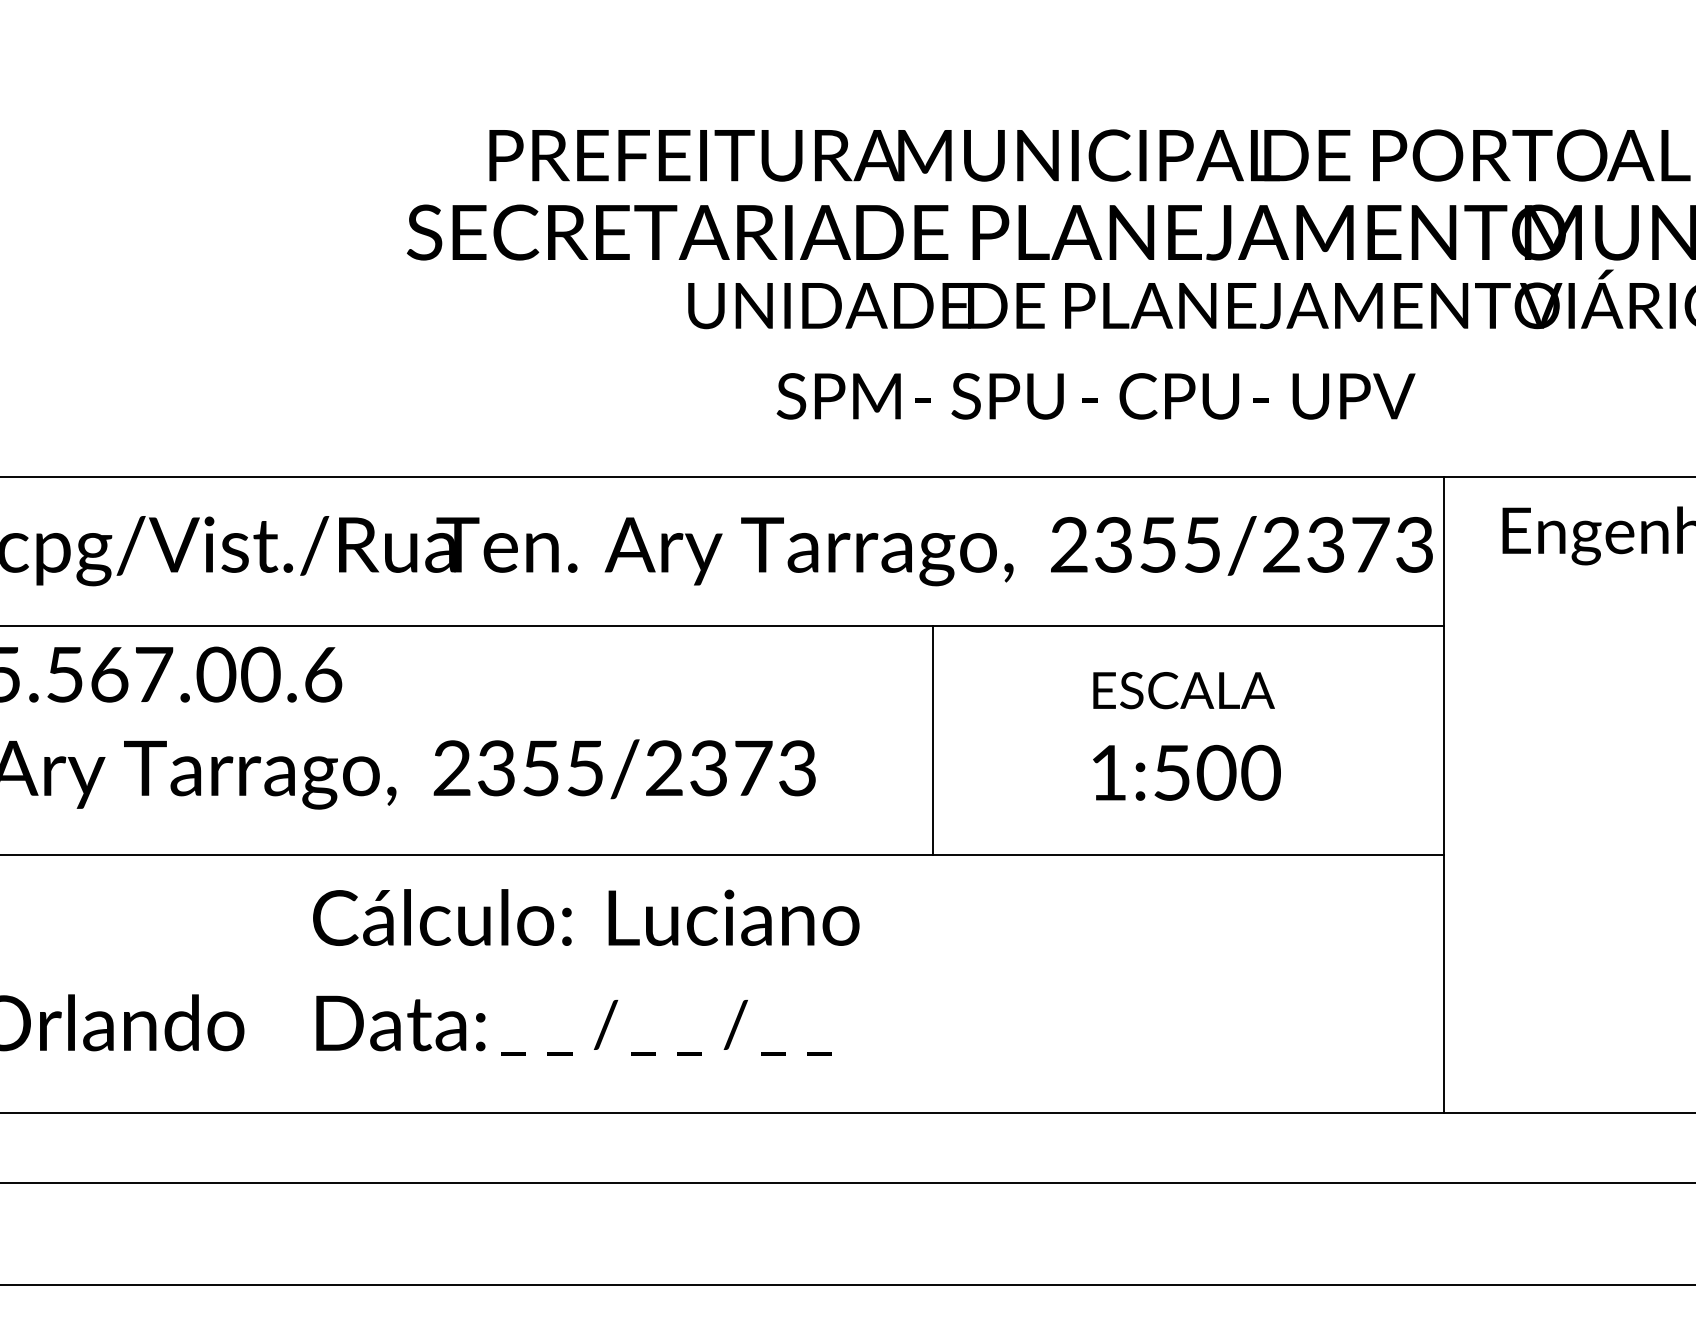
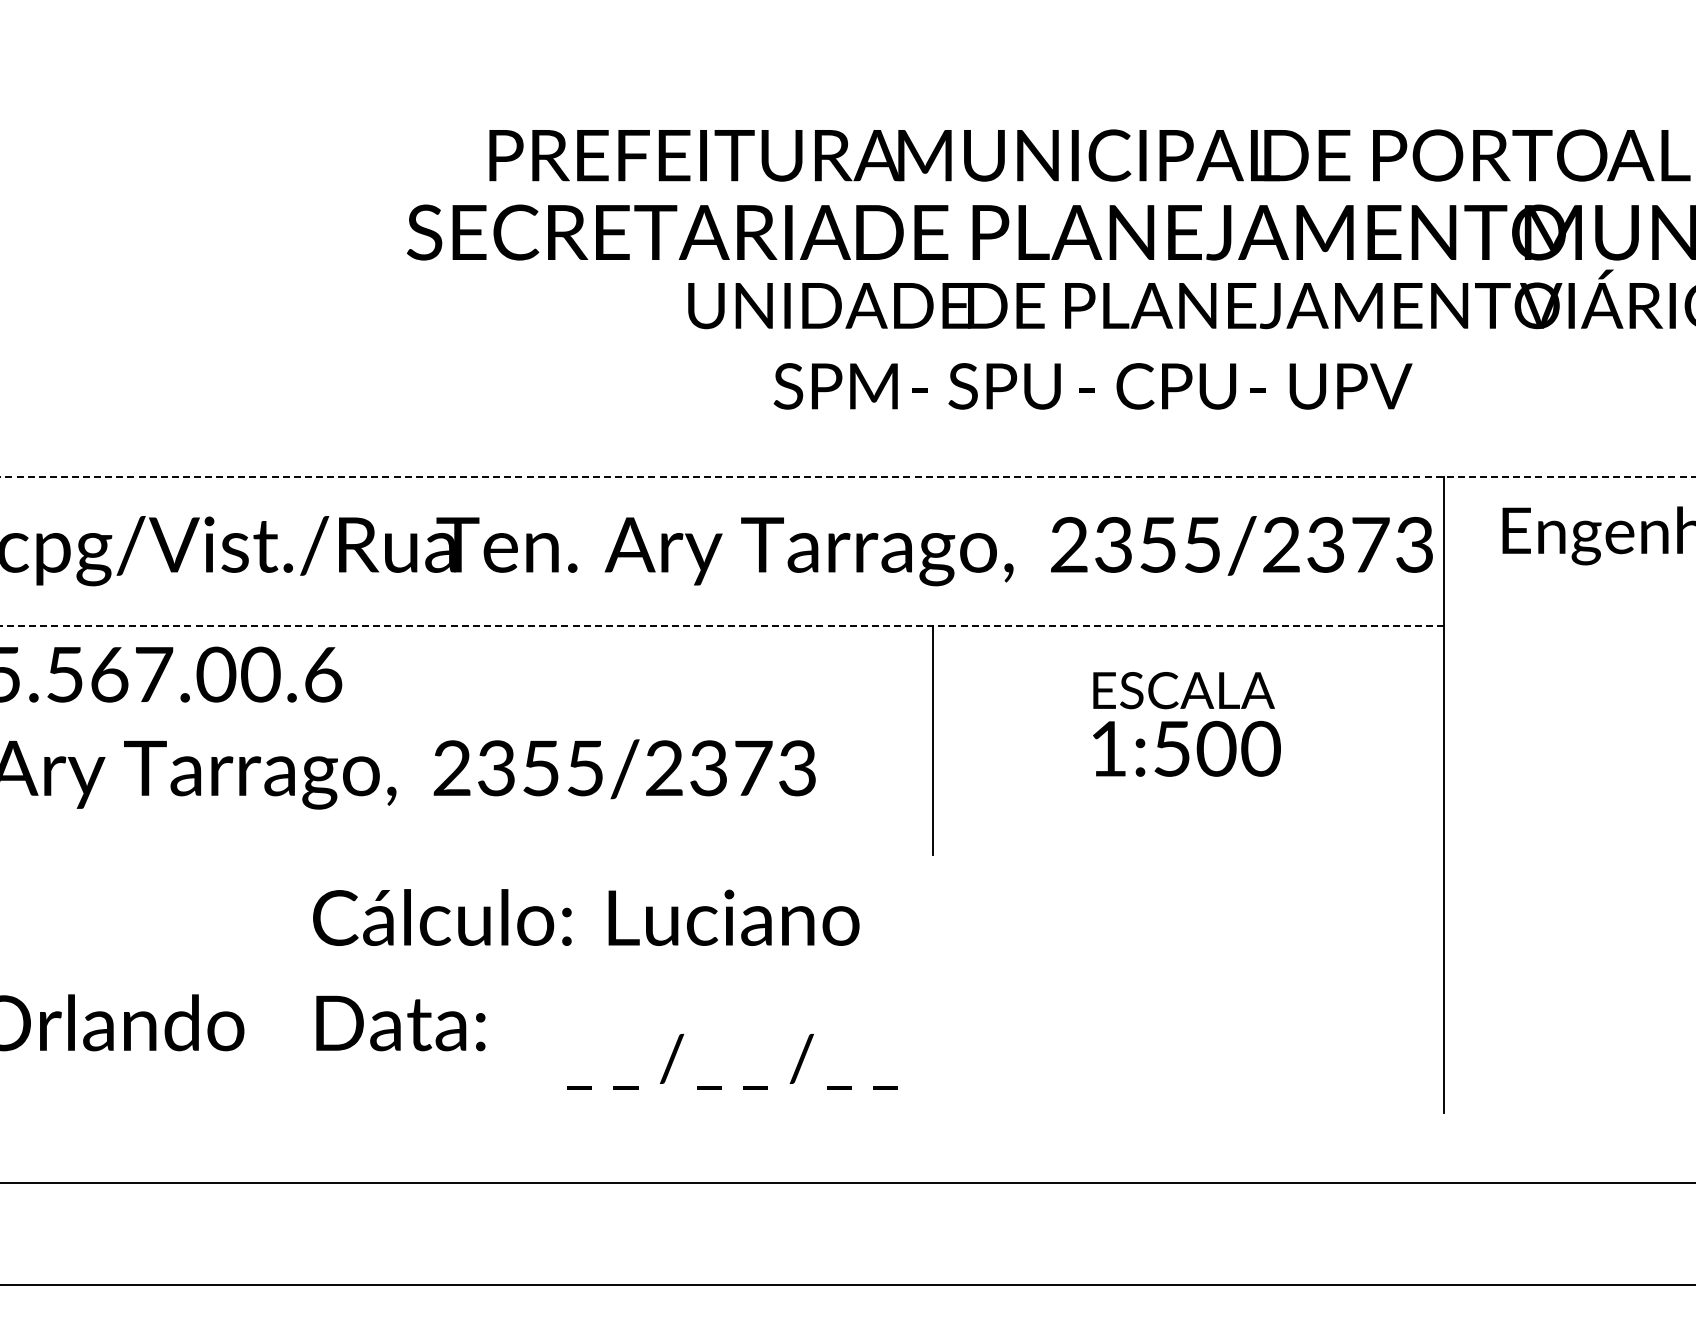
text at (1095, 396) position: (1095, 396) -> (1092, 386)
line at (848, 477): solid -> dashed
line at (722, 626): solid -> dashed
text at (1186, 772) position: (1186, 772) -> (1186, 748)
line at (723, 854): present -> none
text at (666, 1027) position: (666, 1027) -> (732, 1061)
line at (847, 1112): present -> none
